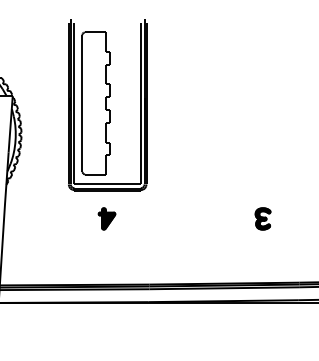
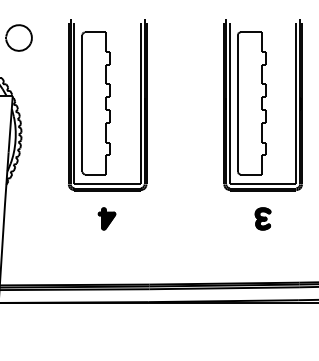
part at (18, 37): none -> present
part at (262, 105): none -> present
